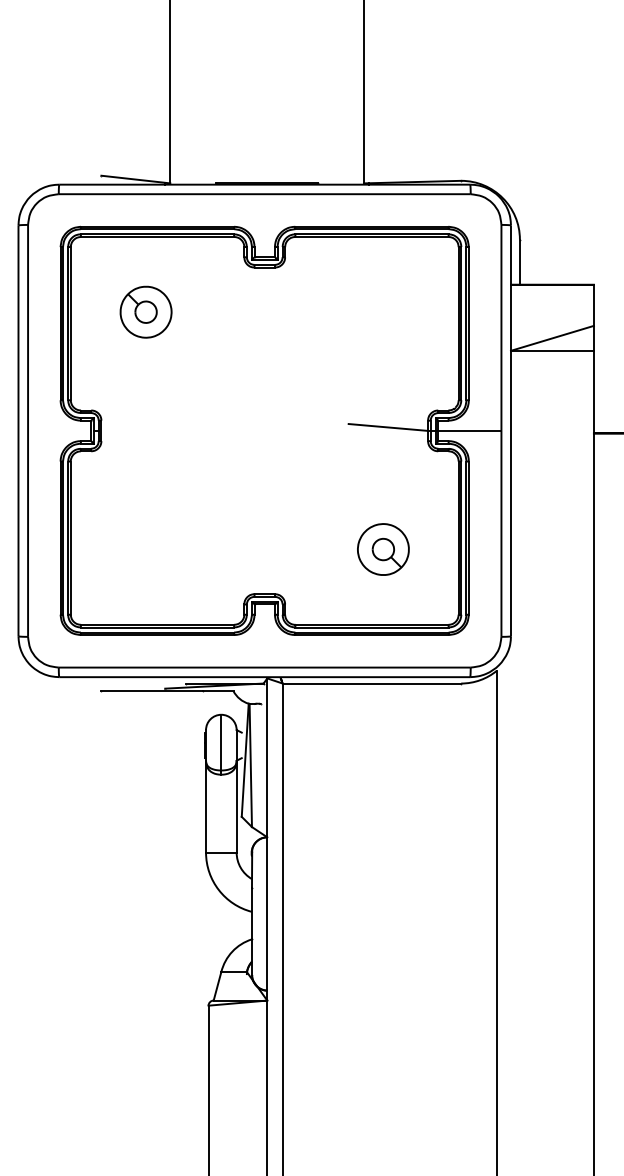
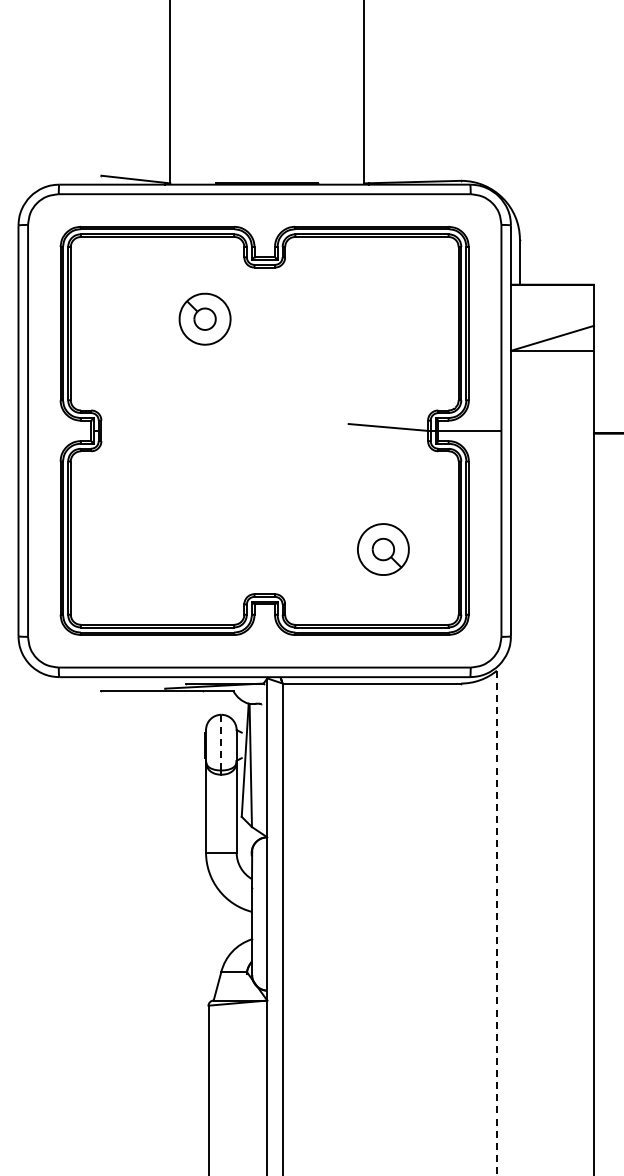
part at (145, 311) position: (145, 311) -> (204, 318)
line at (221, 742): solid -> dashed
line at (496, 923): solid -> dashed
